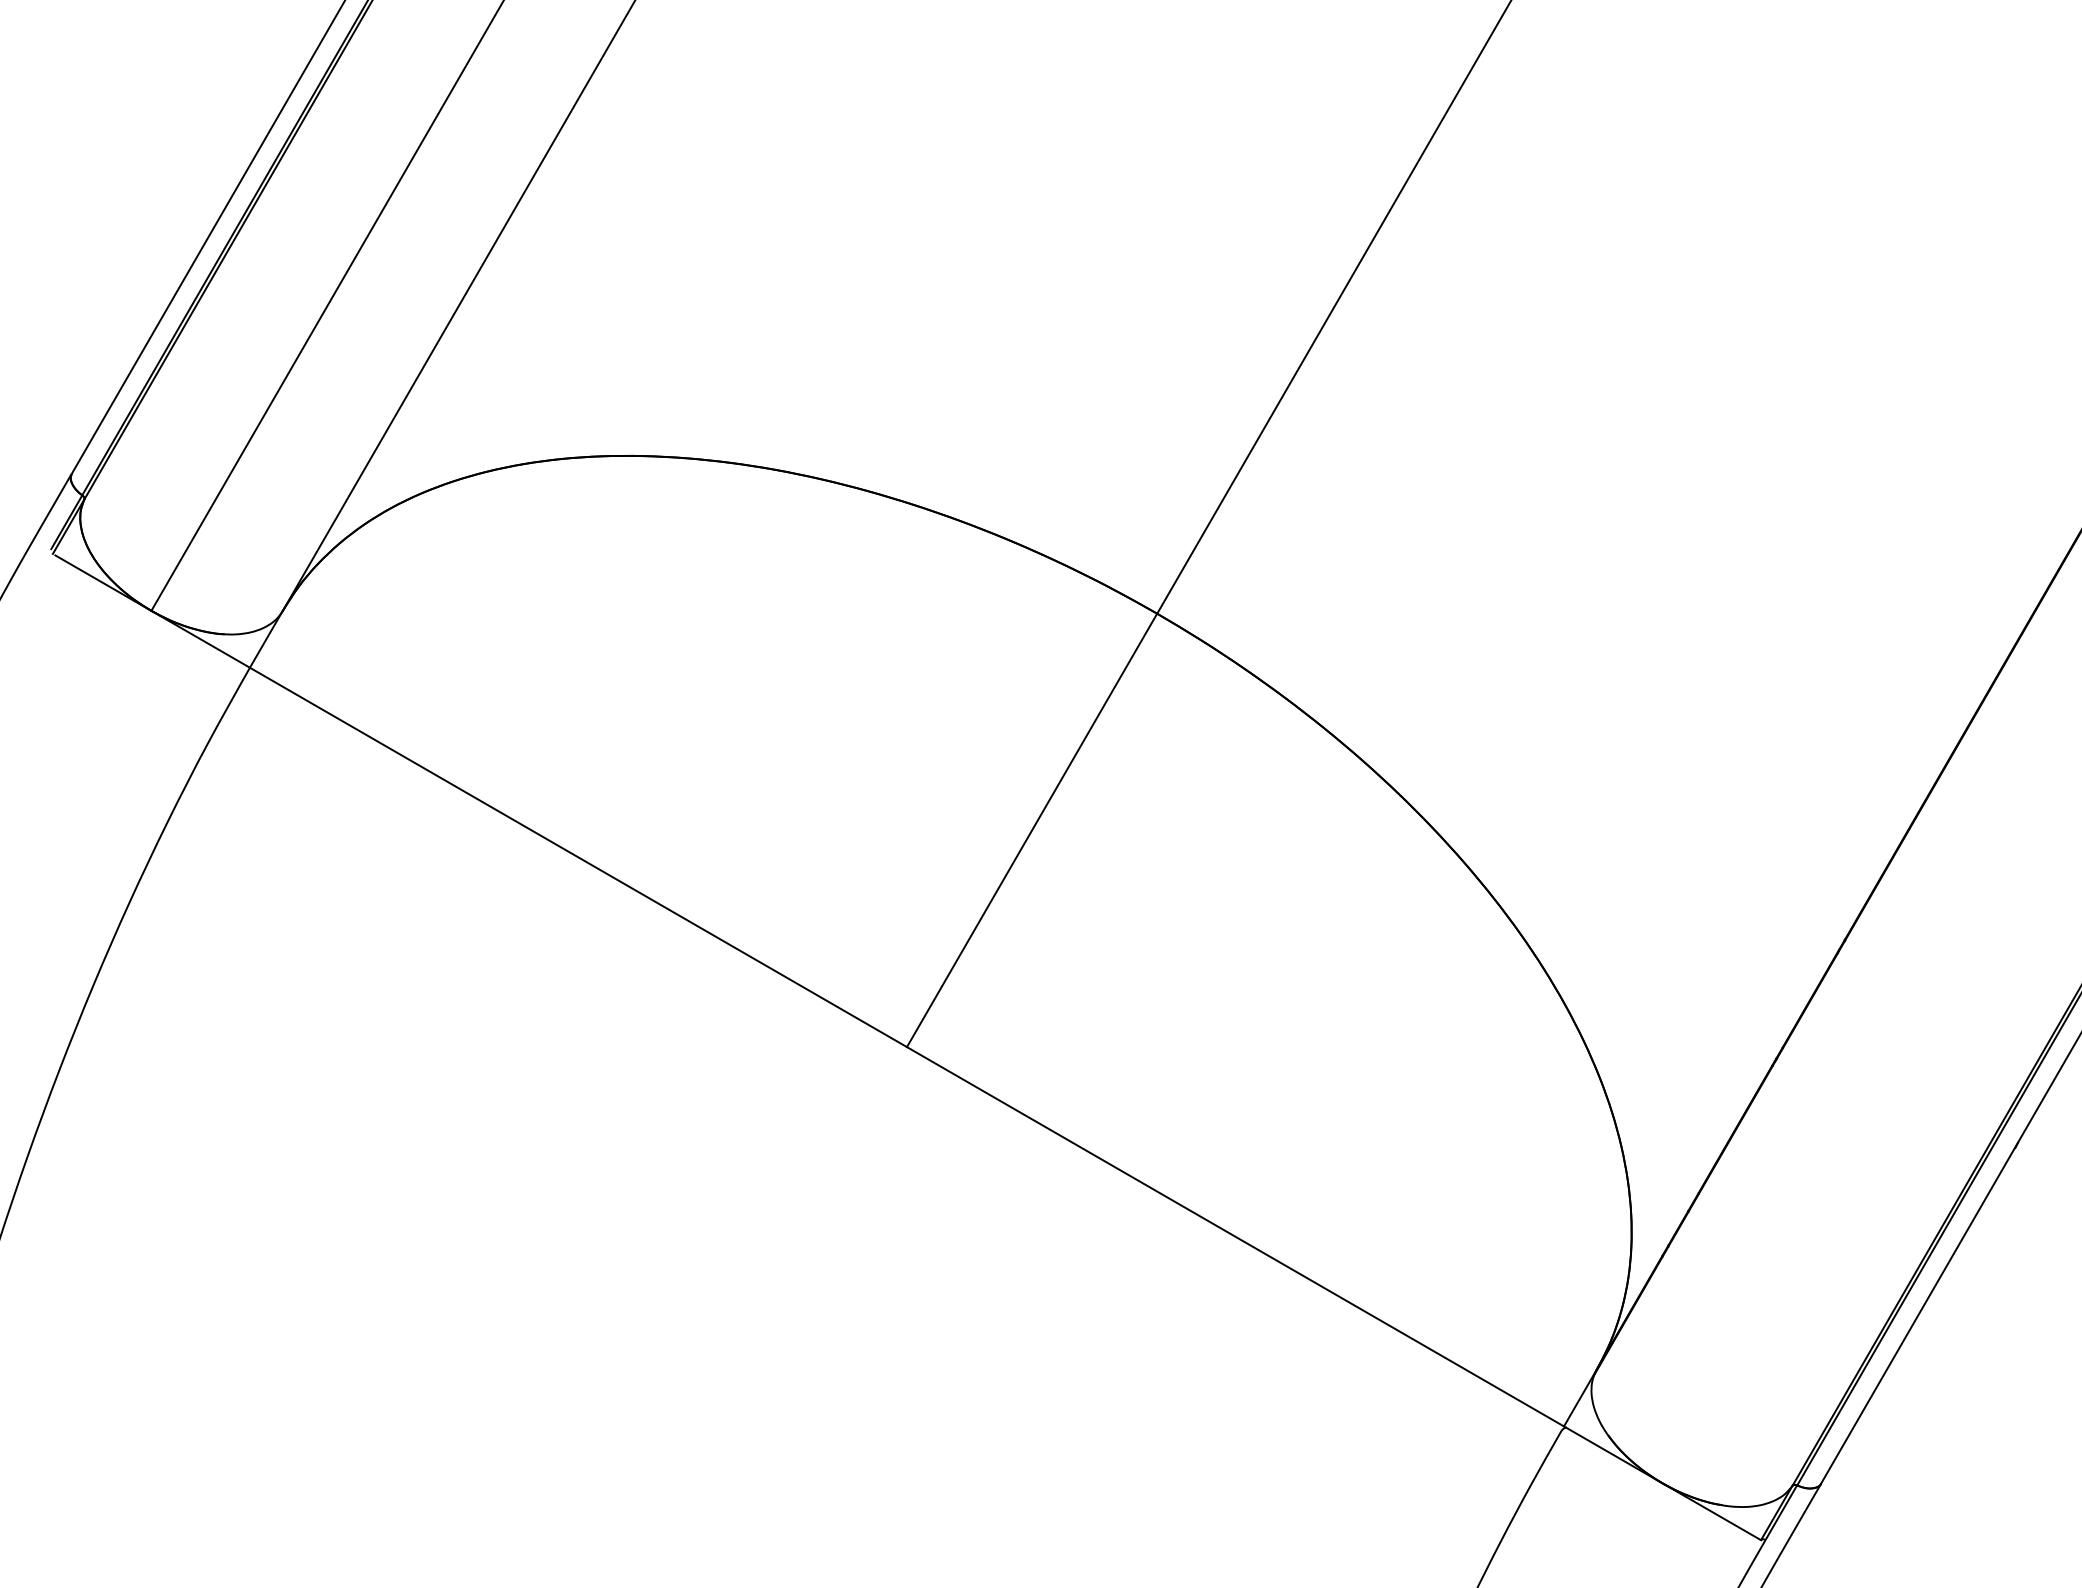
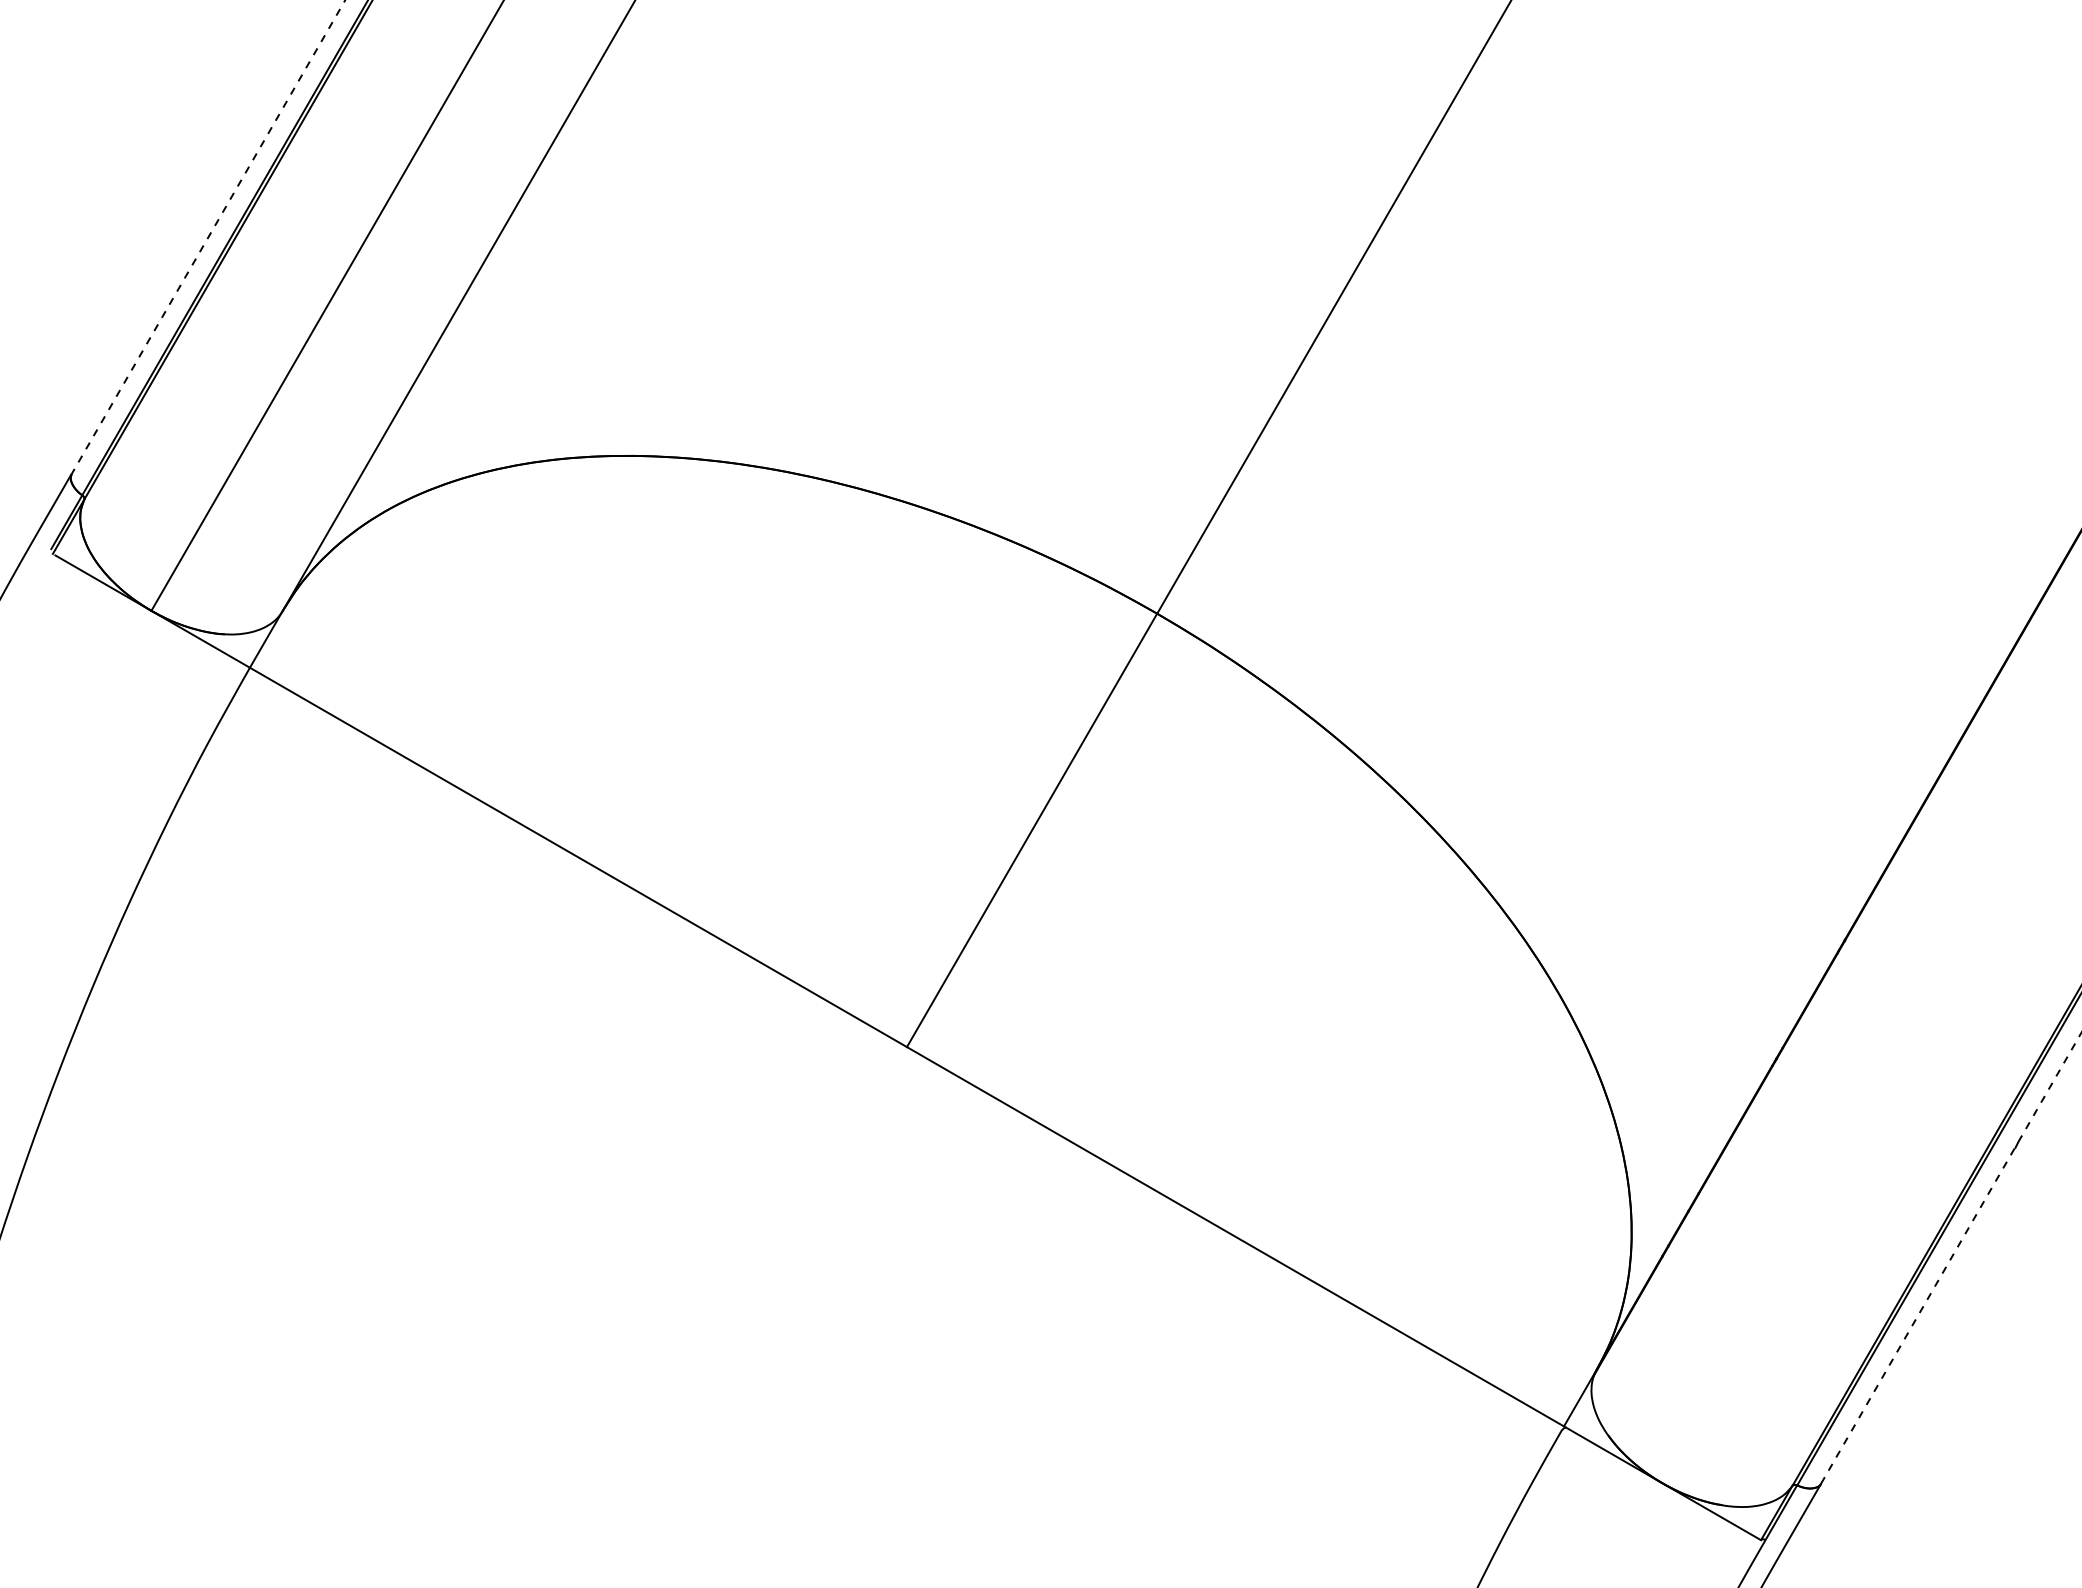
line at (208, 236): solid -> dashed
line at (1951, 1257): solid -> dashed
